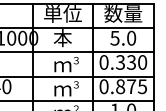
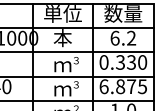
text at (123, 37): 5.0 -> 6.2
text at (103, 86): 0.875 -> 6.875
